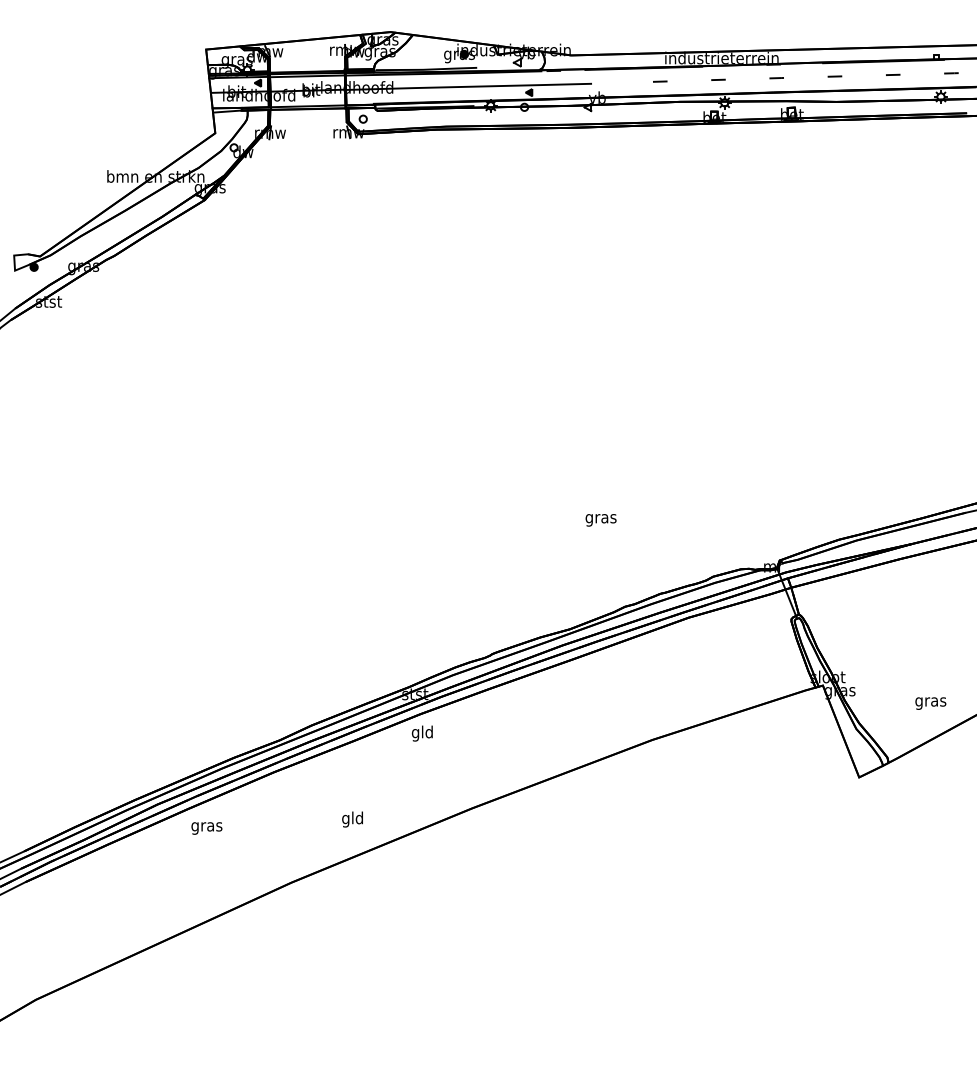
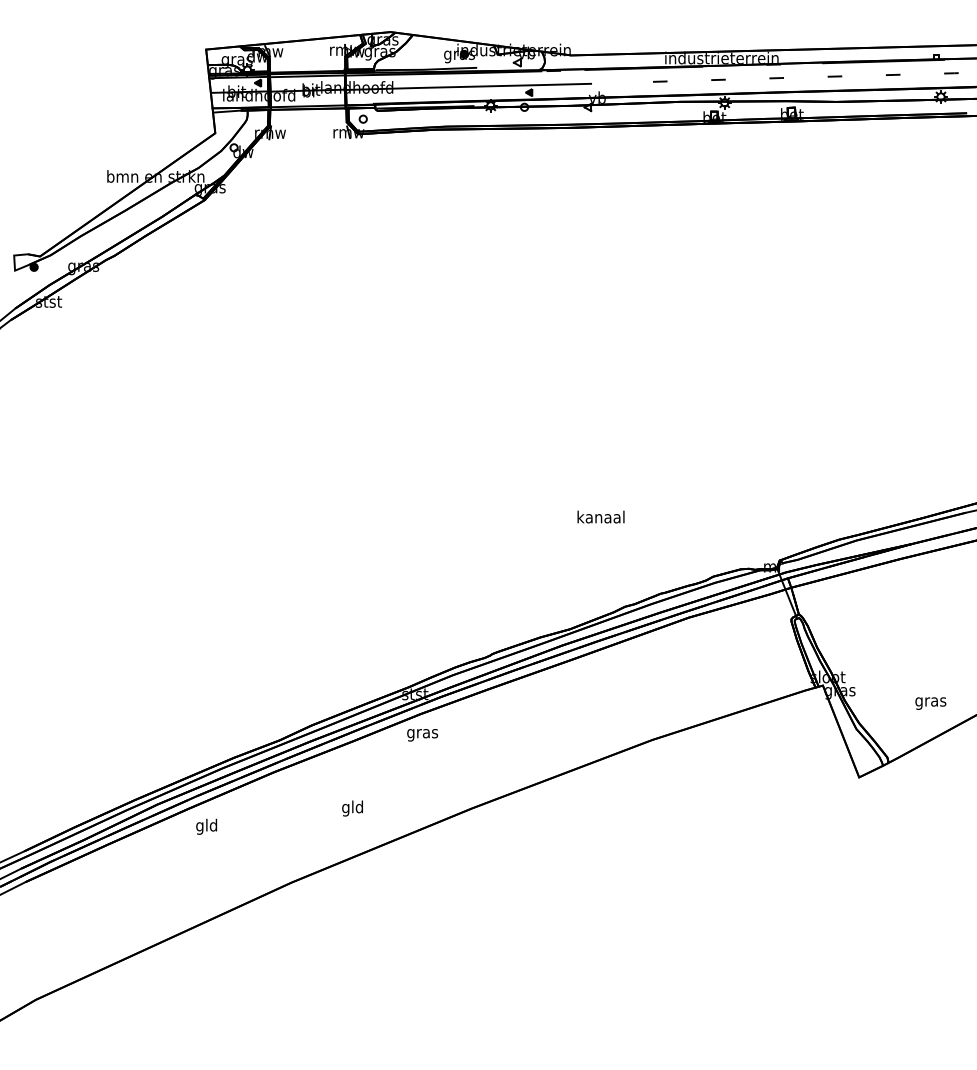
text at (600, 518): gras -> kanaal
text at (422, 733): gld -> gras
text at (352, 819) position: (352, 819) -> (352, 808)
text at (206, 826): gras -> gld
